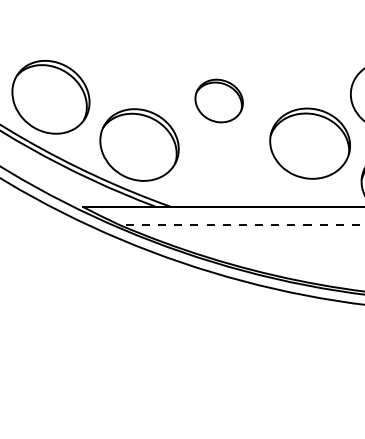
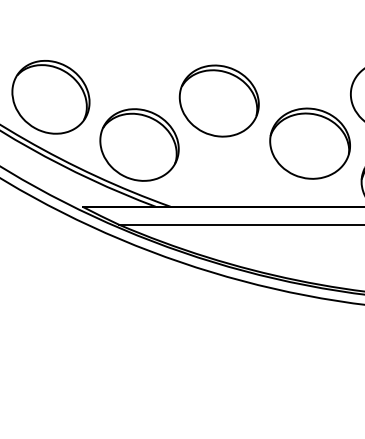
part at (218, 100) size: 50x46 px -> 82x74 px
line at (241, 224): dashed -> solid
